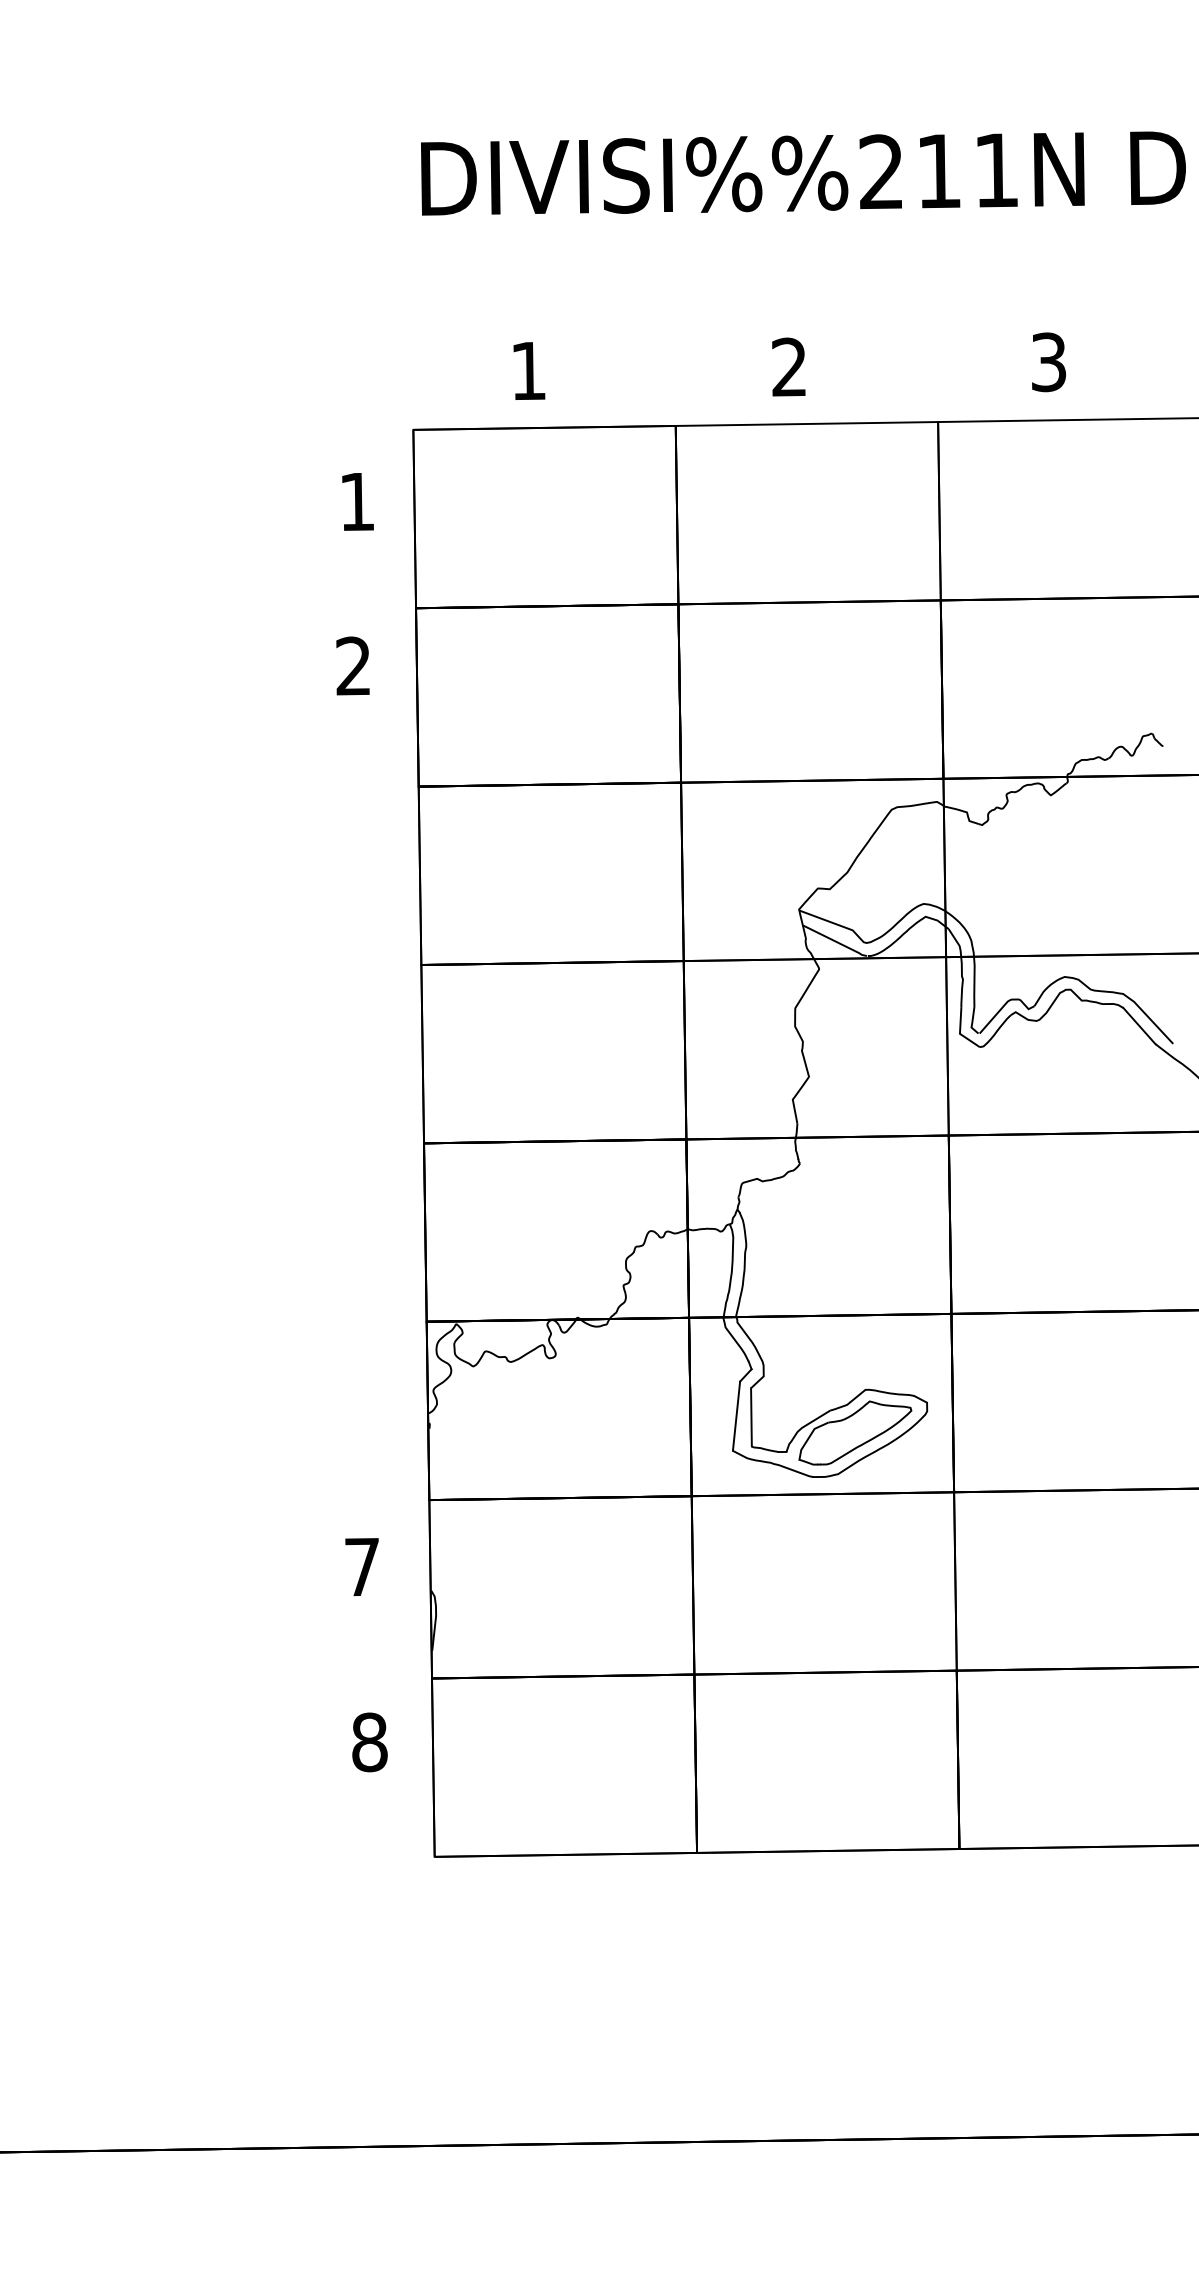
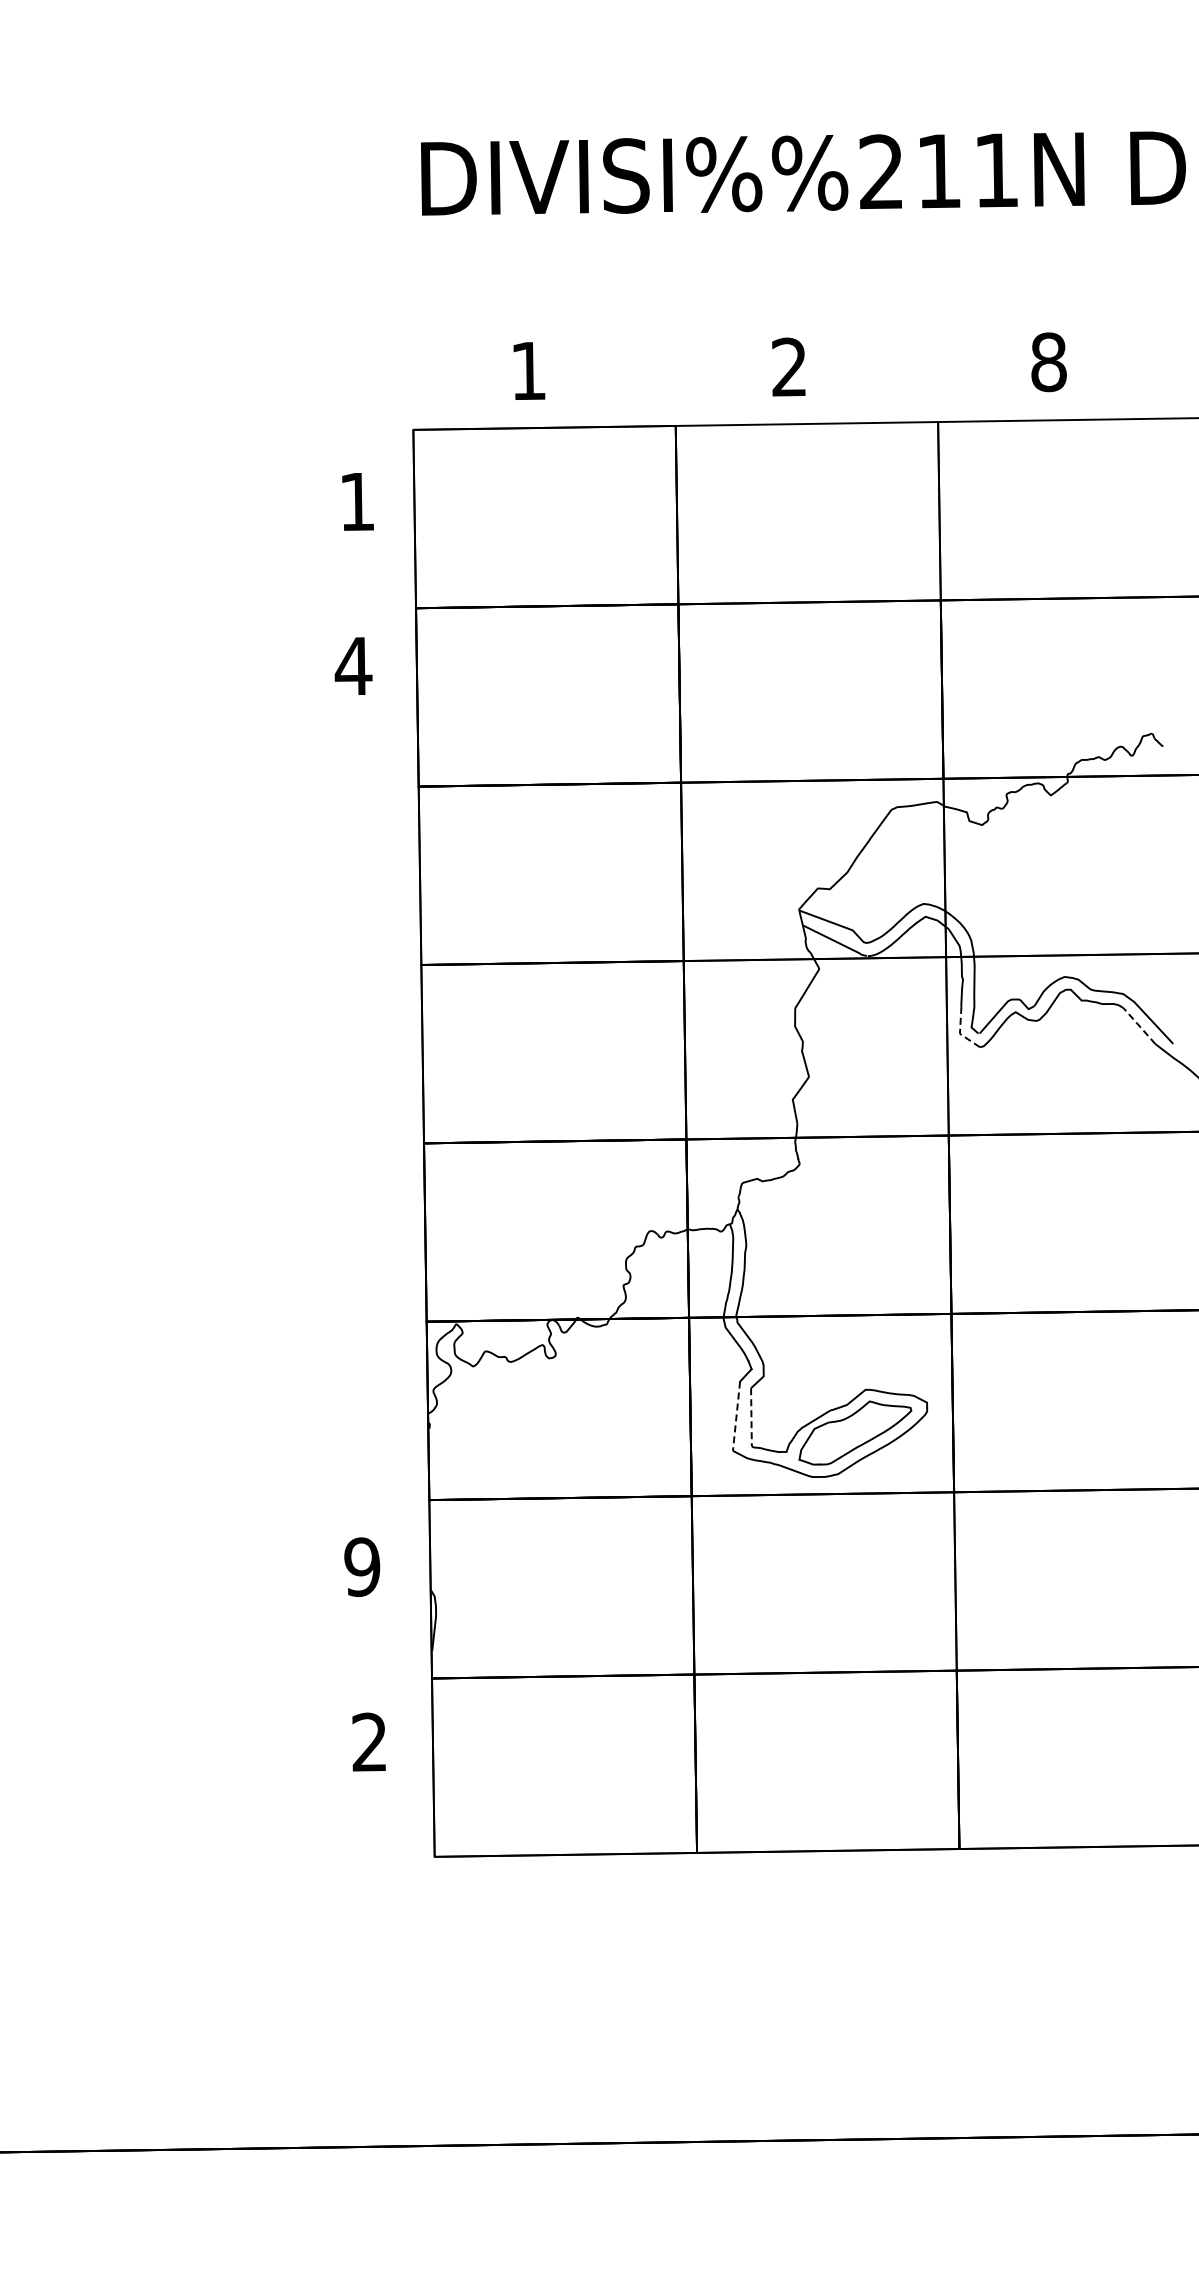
text at (1048, 362): 3 -> 8
text at (353, 665): 2 -> 4
line at (1139, 1025): solid -> dashed
line at (960, 1032): solid -> dashed
line at (736, 1416): solid -> dashed
line at (751, 1417): solid -> dashed
text at (362, 1567): 7 -> 9
text at (369, 1742): 8 -> 2
